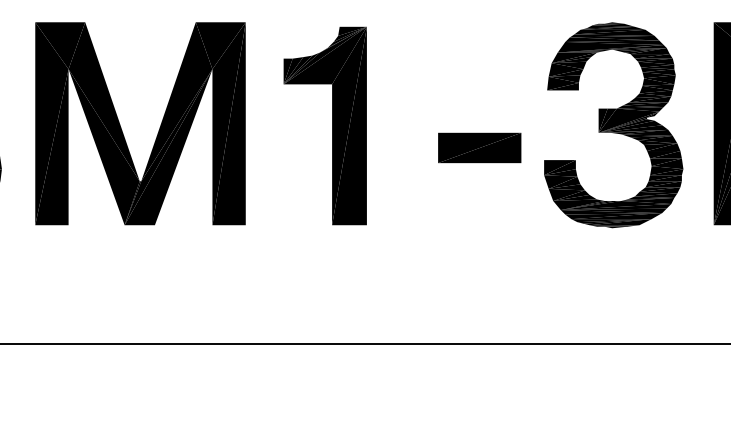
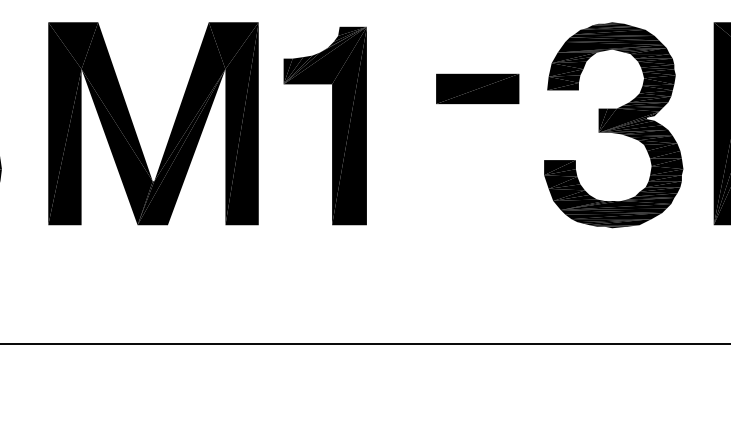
part at (122, 130) position: (122, 130) -> (135, 130)
part at (479, 147) position: (479, 147) -> (477, 88)
